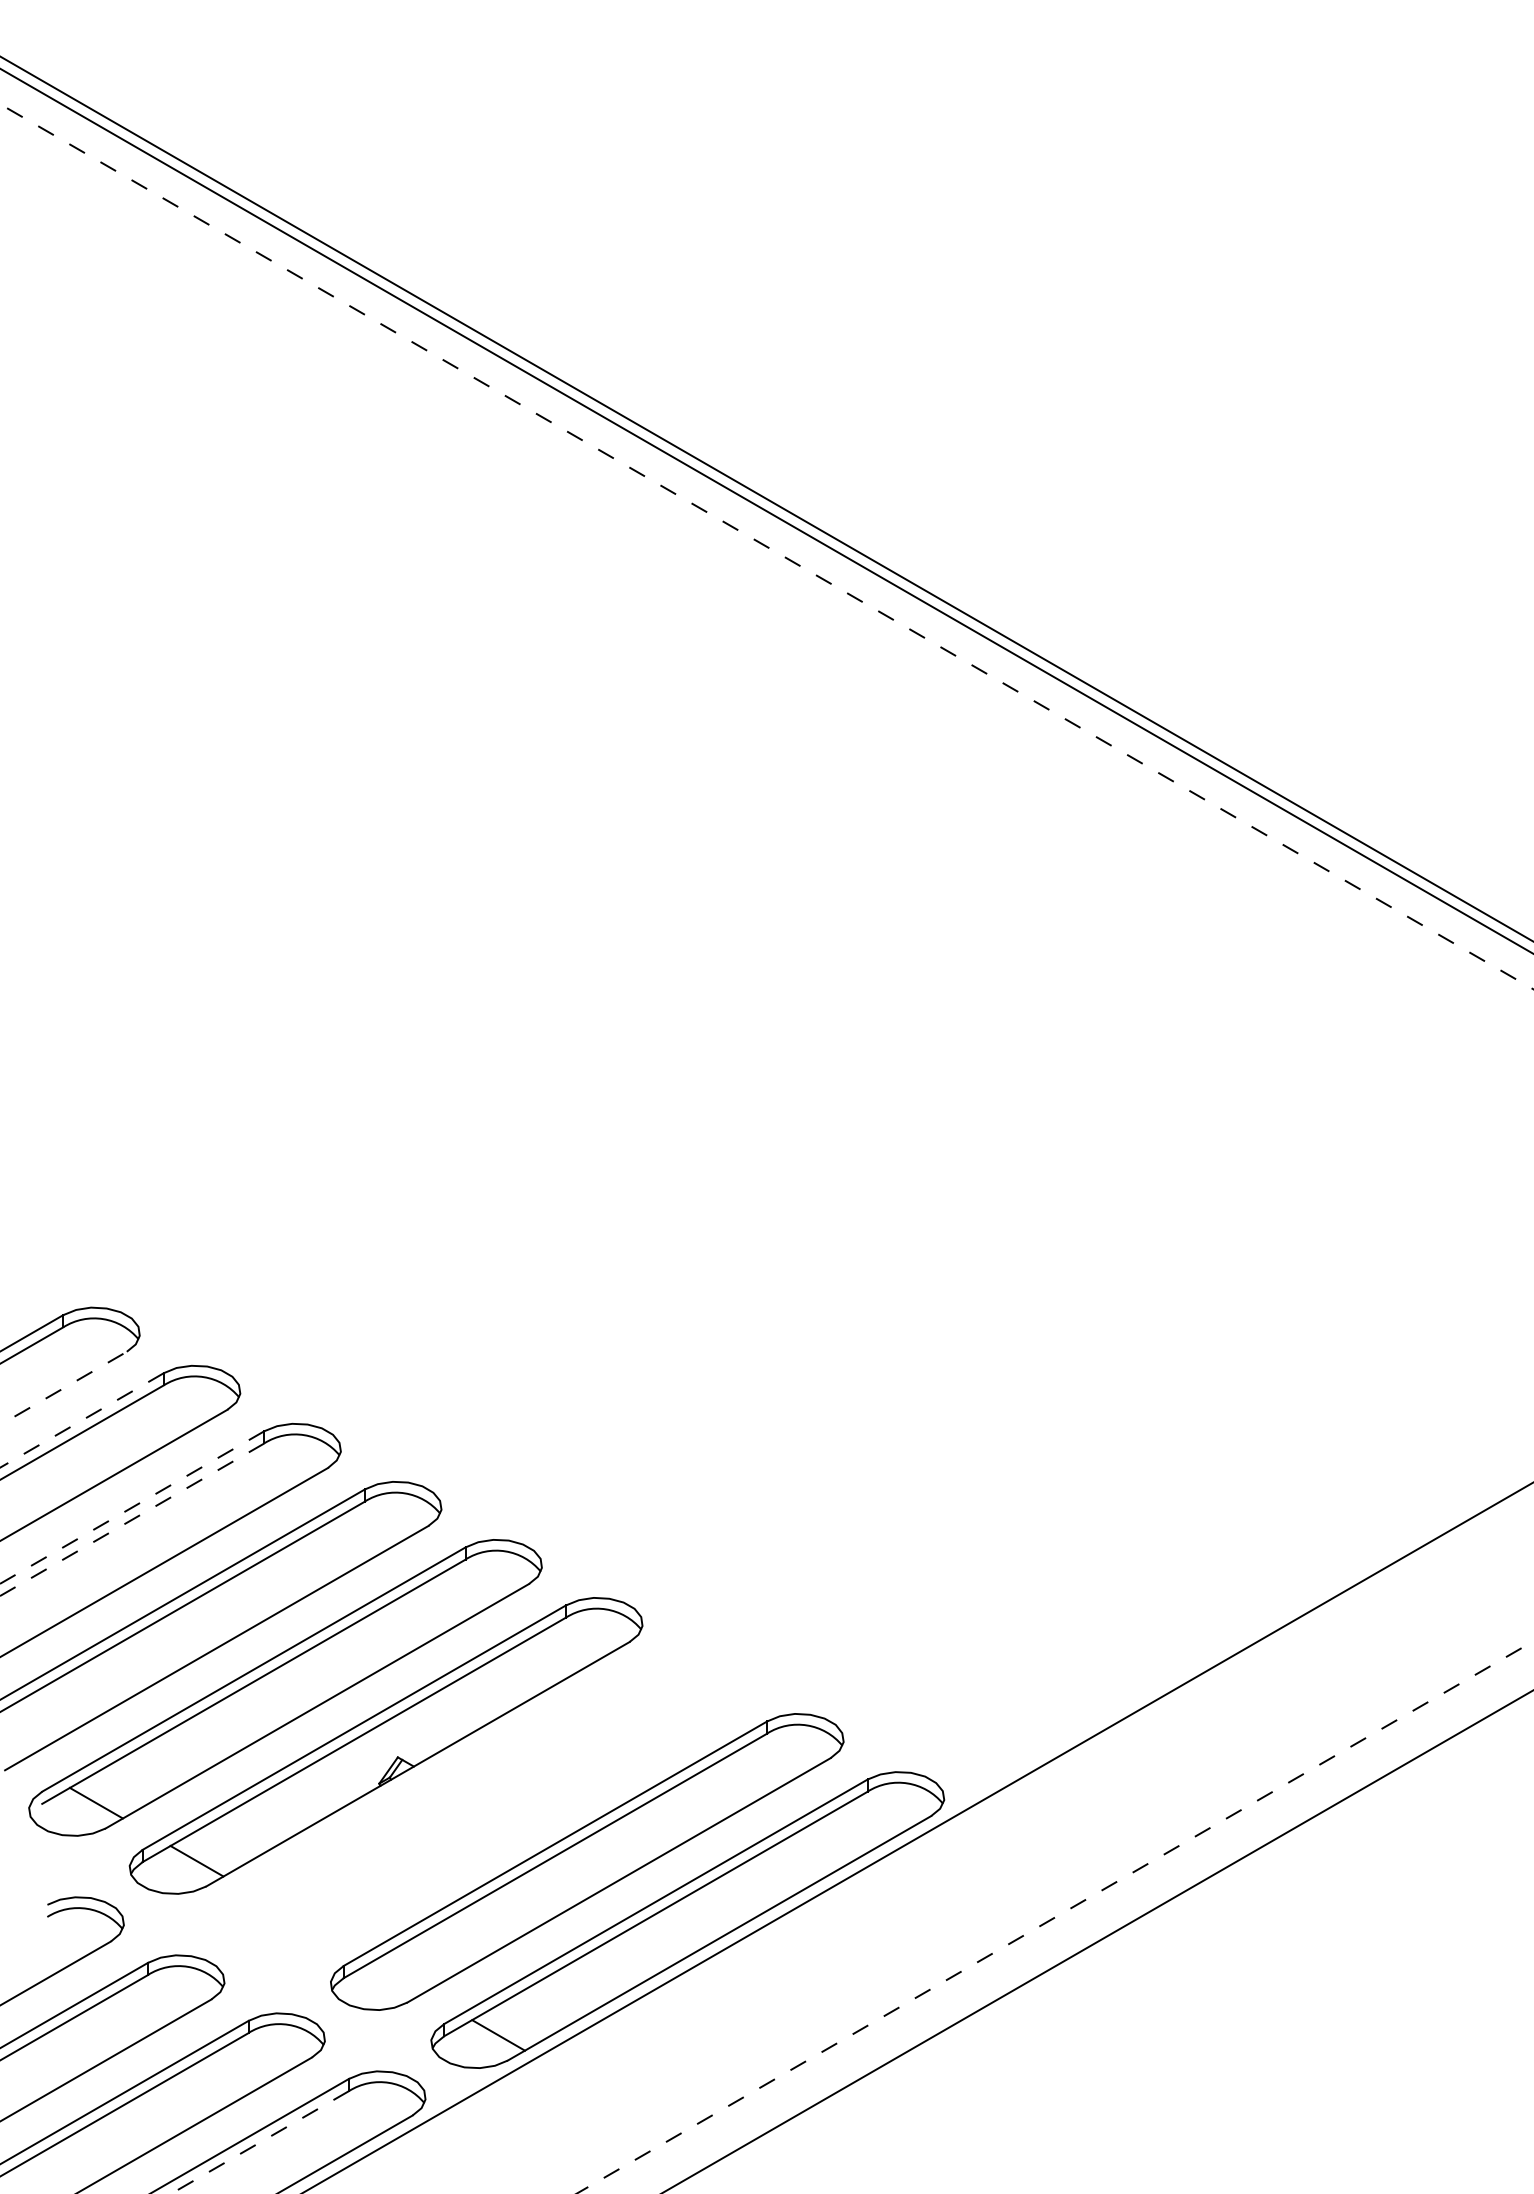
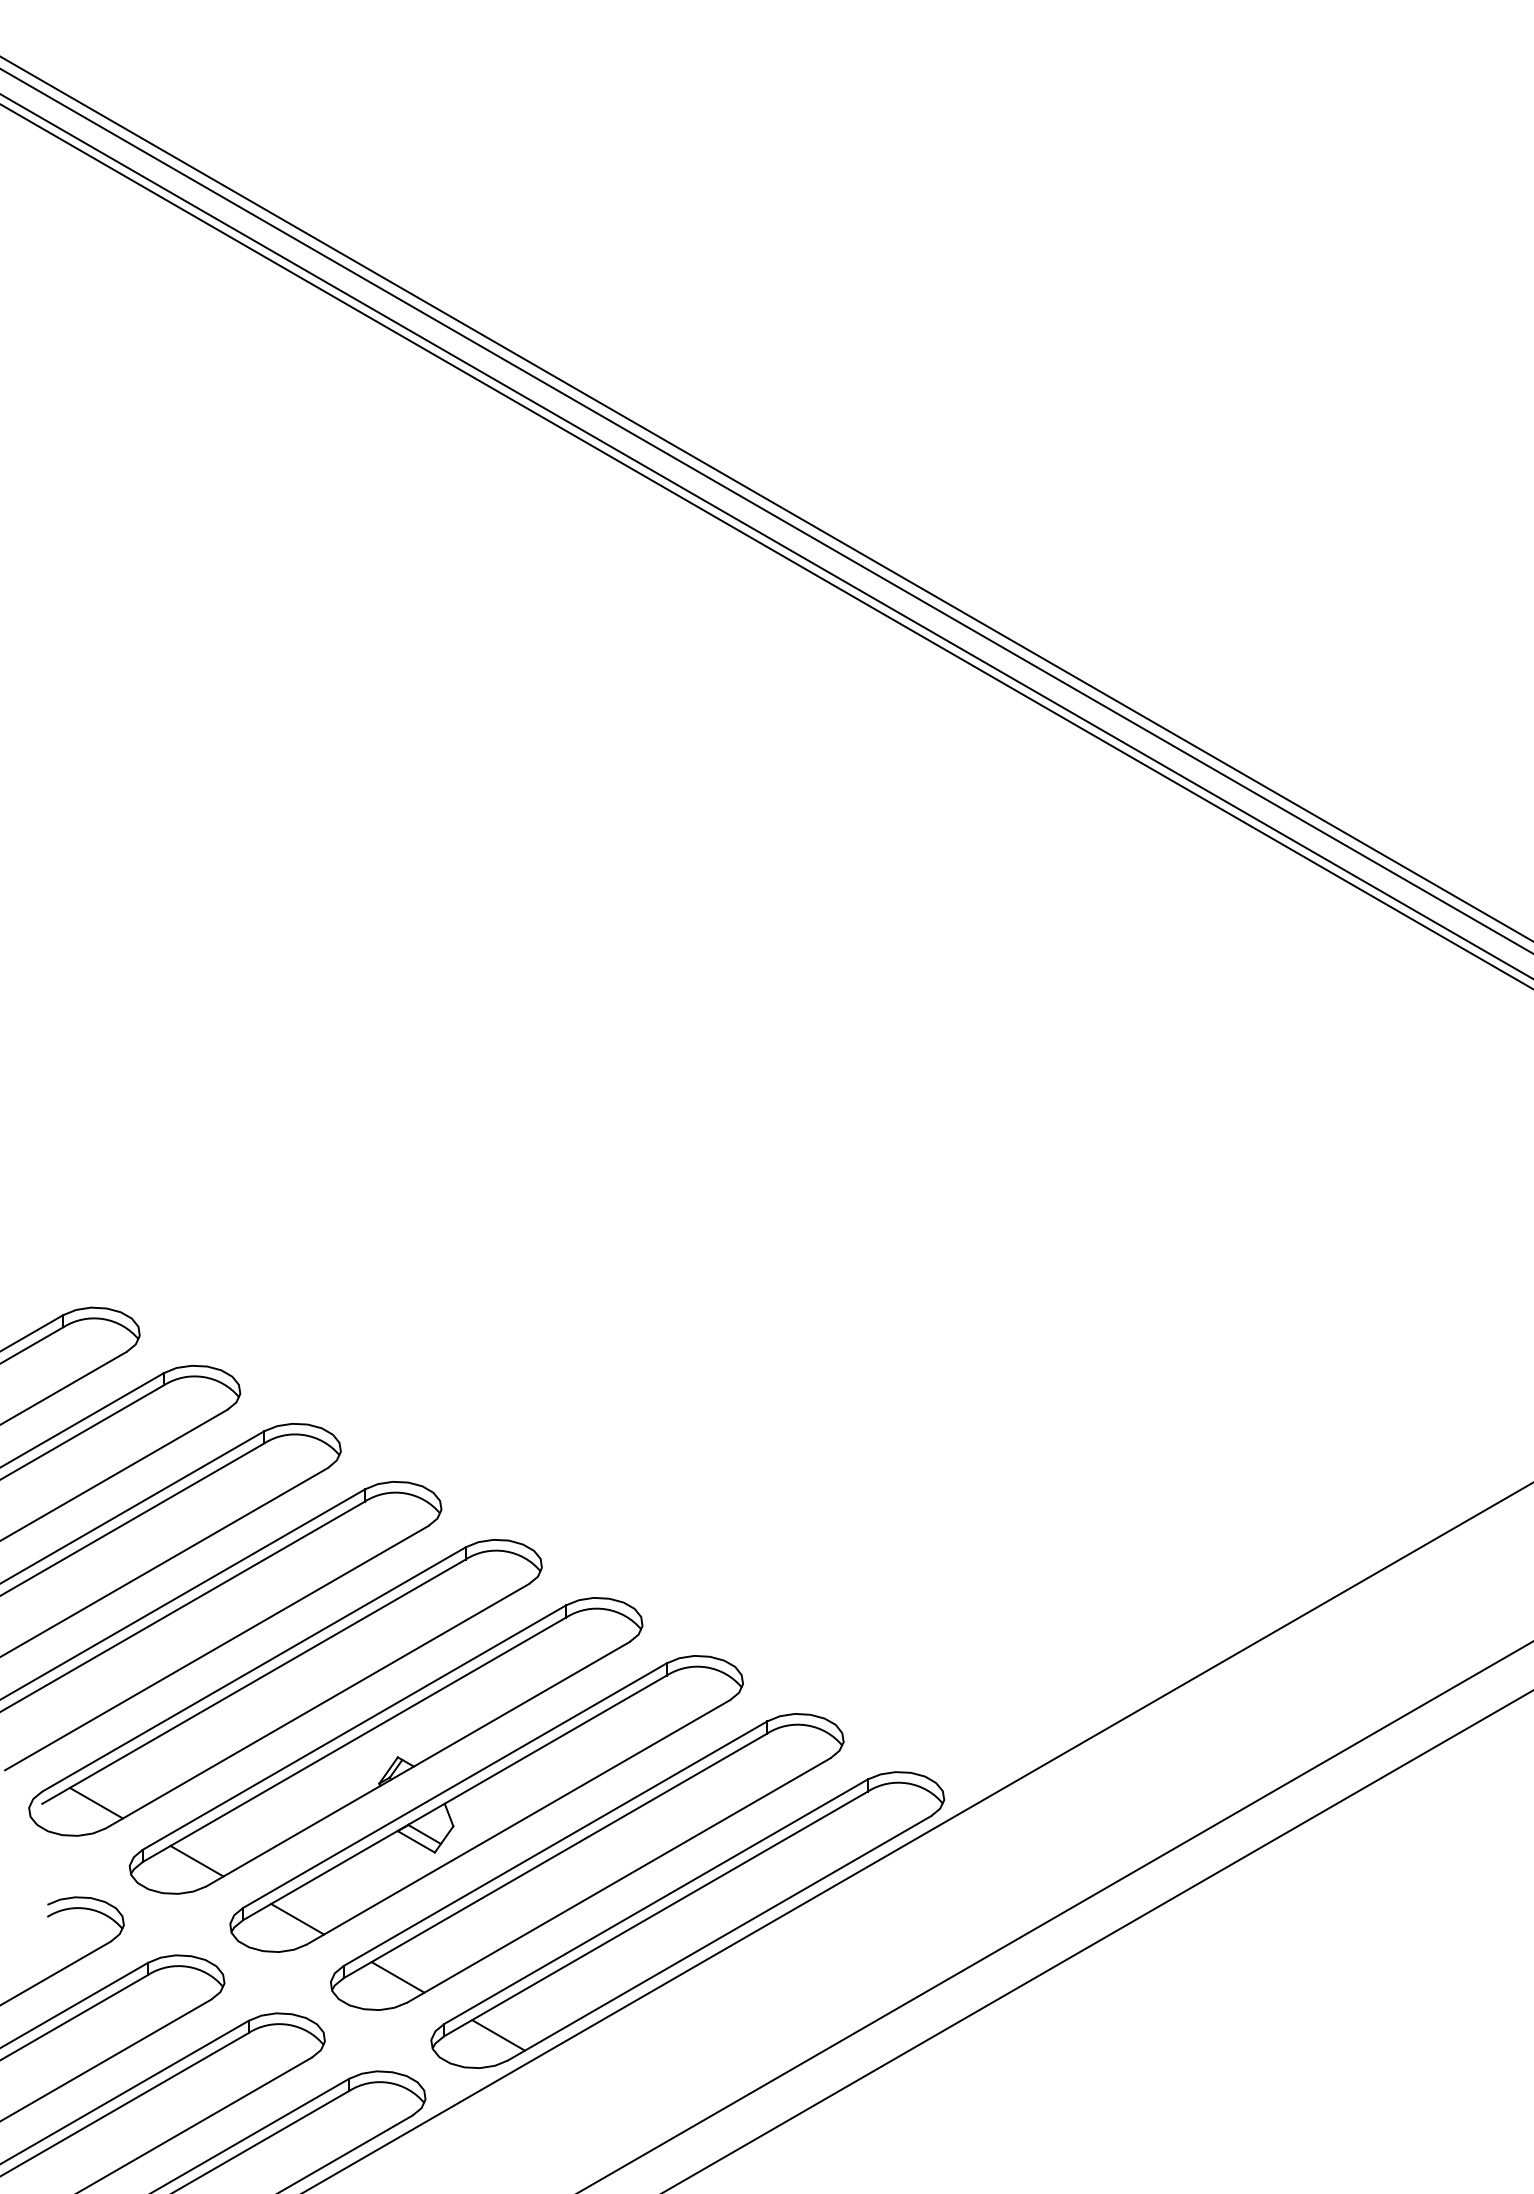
line at (766, 536): none -> present
line at (766, 546): dashed -> solid
line at (63, 1388): dashed -> solid
line at (81, 1420): dashed -> solid
line at (131, 1507): dashed -> solid
line at (131, 1519): dashed -> solid
part at (486, 1803): none -> present
line at (1054, 1917): dashed -> solid
line at (397, 1977): none -> present
line at (259, 2142): dashed -> solid
